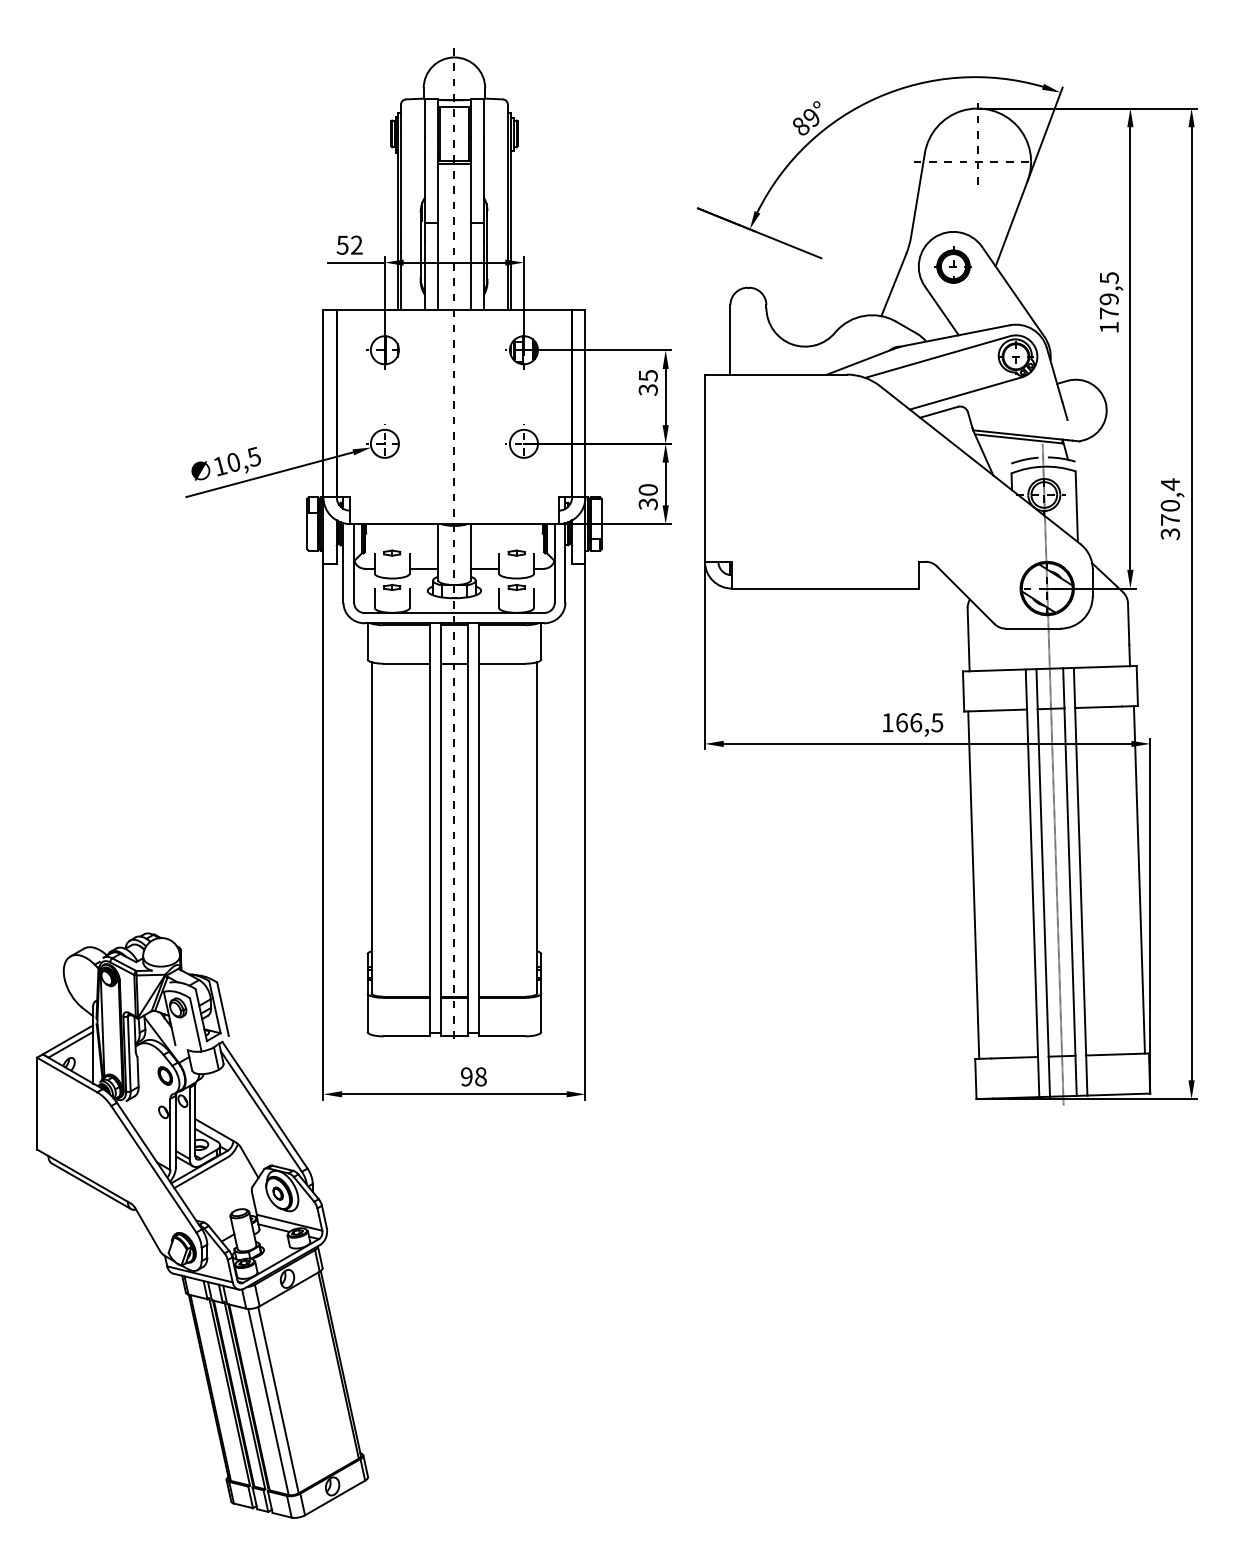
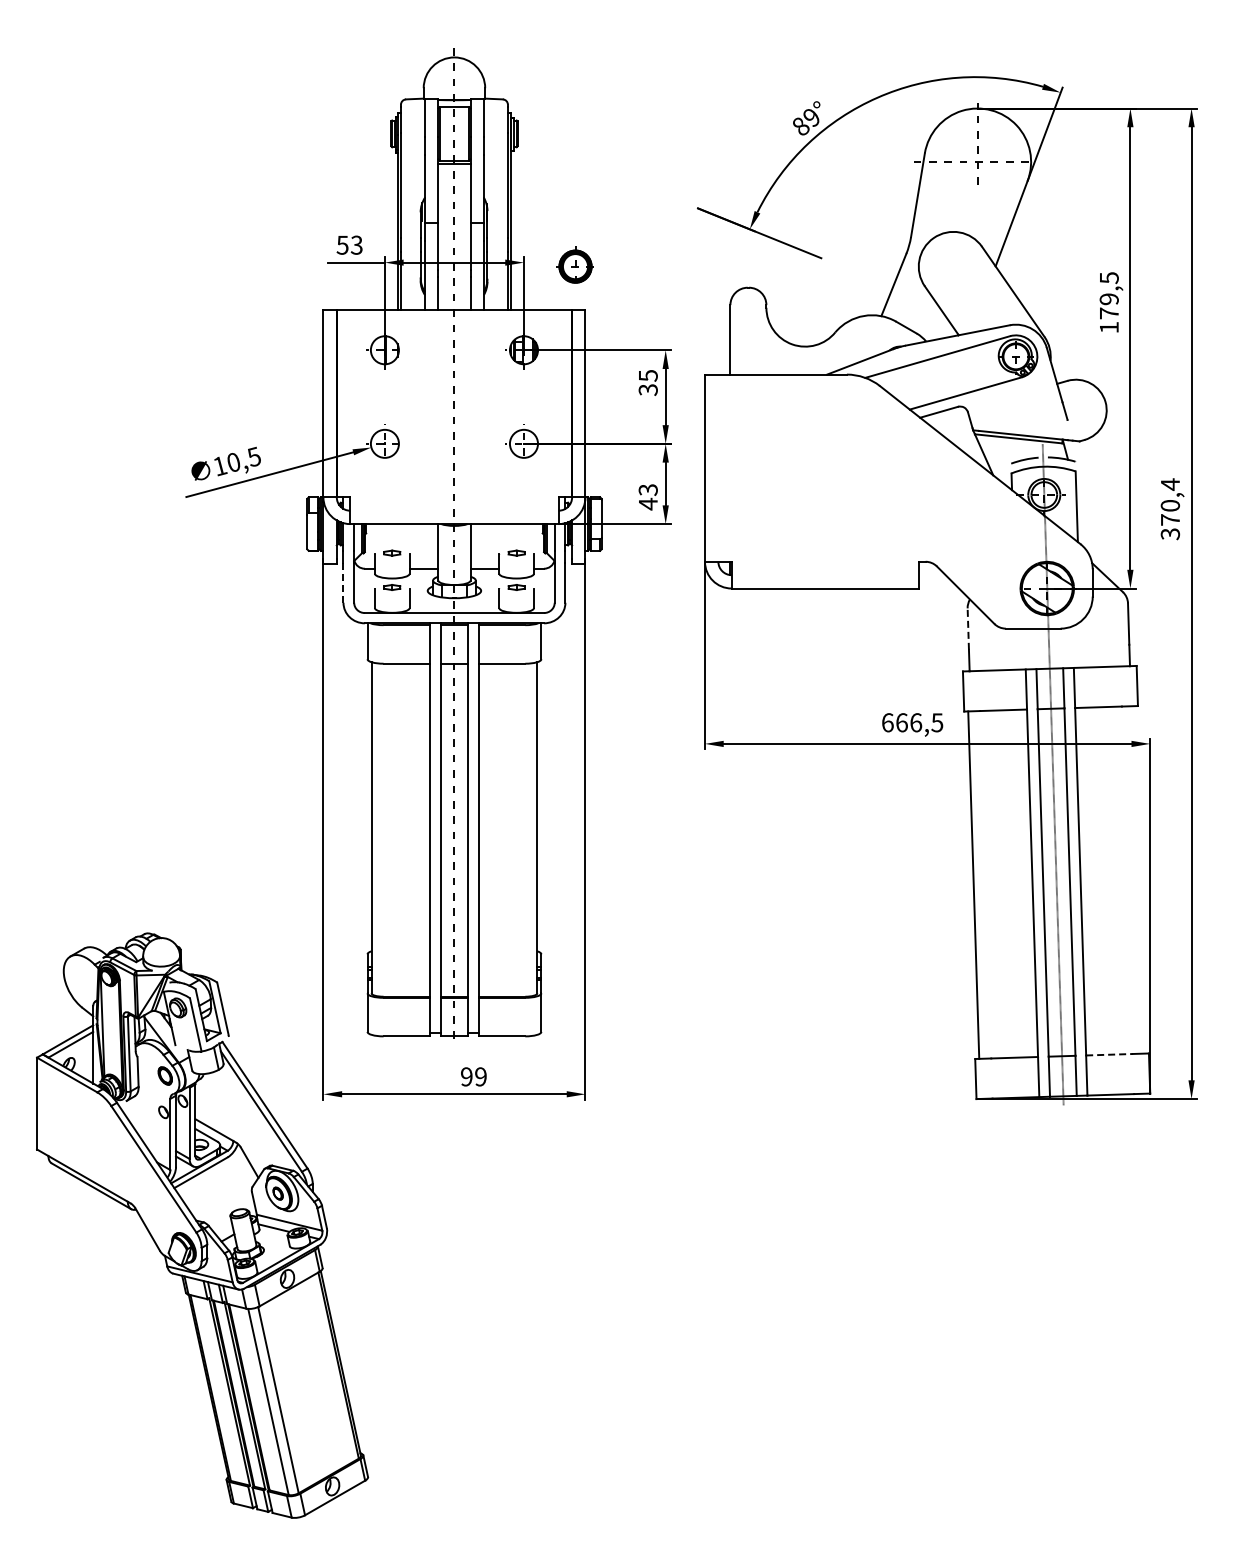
text at (356, 245): 52 -> 53
part at (952, 264) position: (952, 264) -> (574, 264)
text at (647, 497): 30 -> 43
line at (343, 582): solid -> dashed
line at (968, 629): solid -> dashed
text at (887, 722): 166,5 -> 666,5
line at (1138, 879): present -> none
line at (1110, 1054): solid -> dashed
text at (480, 1076): 98 -> 99
